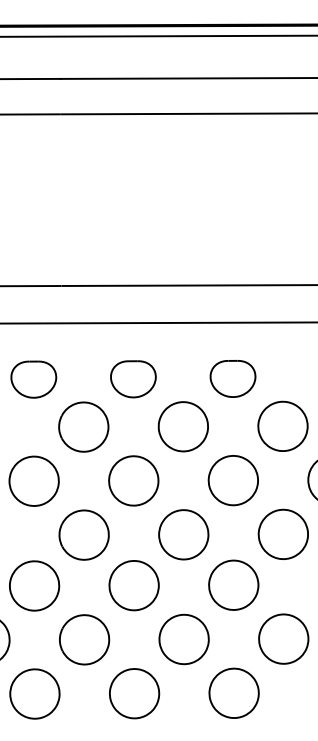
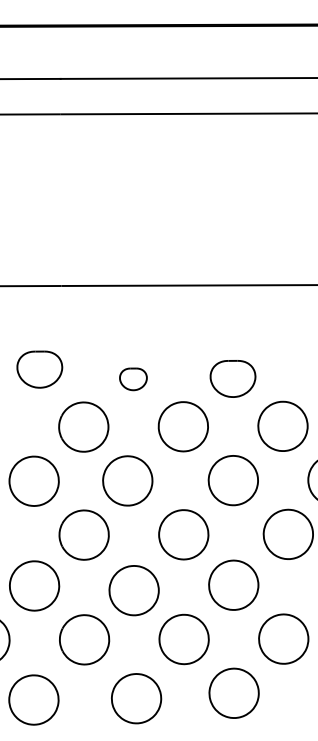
line at (158, 35): present -> none
line at (158, 322): present -> none
part at (33, 379) position: (33, 379) -> (39, 369)
part at (133, 379) size: 47x39 px -> 29x25 px
part at (133, 480) position: (133, 480) -> (127, 480)
part at (282, 533) position: (282, 533) -> (287, 533)
part at (133, 585) position: (133, 585) -> (133, 590)
part at (34, 693) position: (34, 693) -> (33, 699)
part at (134, 693) position: (134, 693) -> (136, 698)
